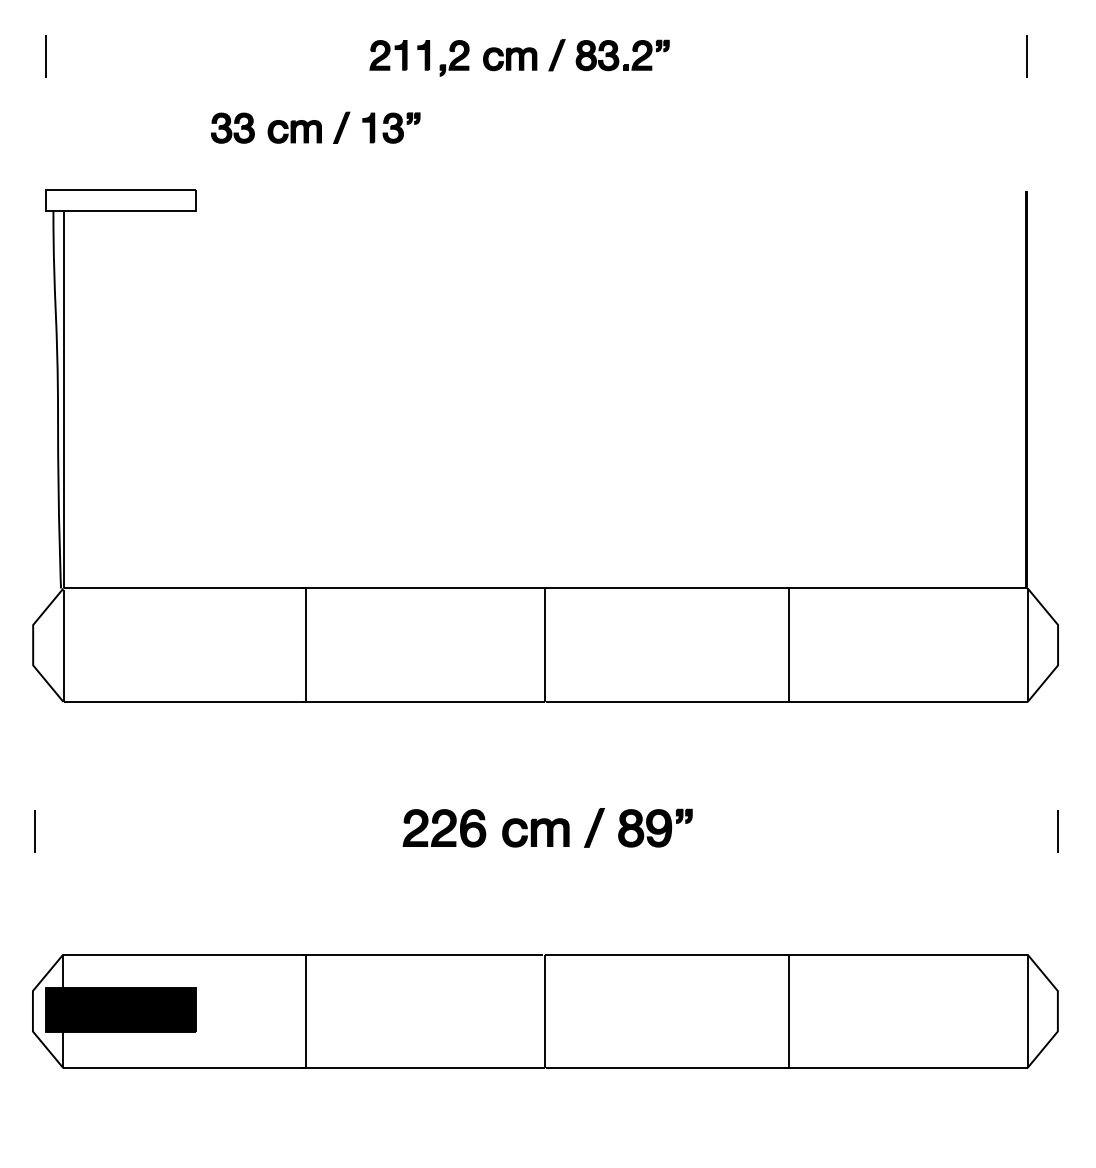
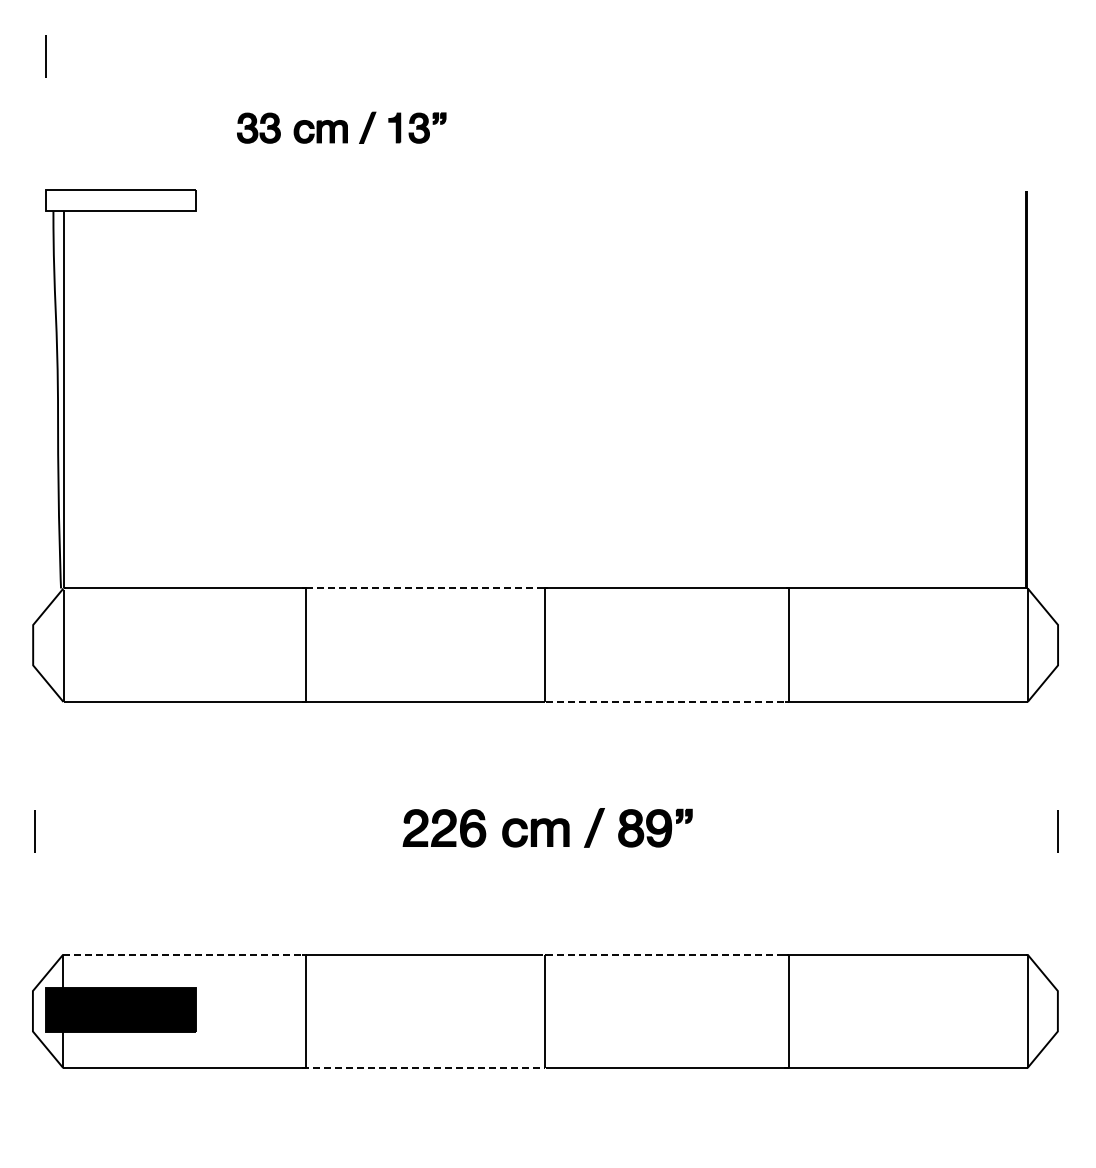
line at (1026, 56): present -> none
part at (519, 57): present -> none
part at (315, 127) position: (315, 127) -> (341, 127)
line at (423, 588): solid -> dashed
line at (667, 701): solid -> dashed
line at (183, 954): solid -> dashed
line at (666, 954): solid -> dashed
line at (423, 1068): solid -> dashed
